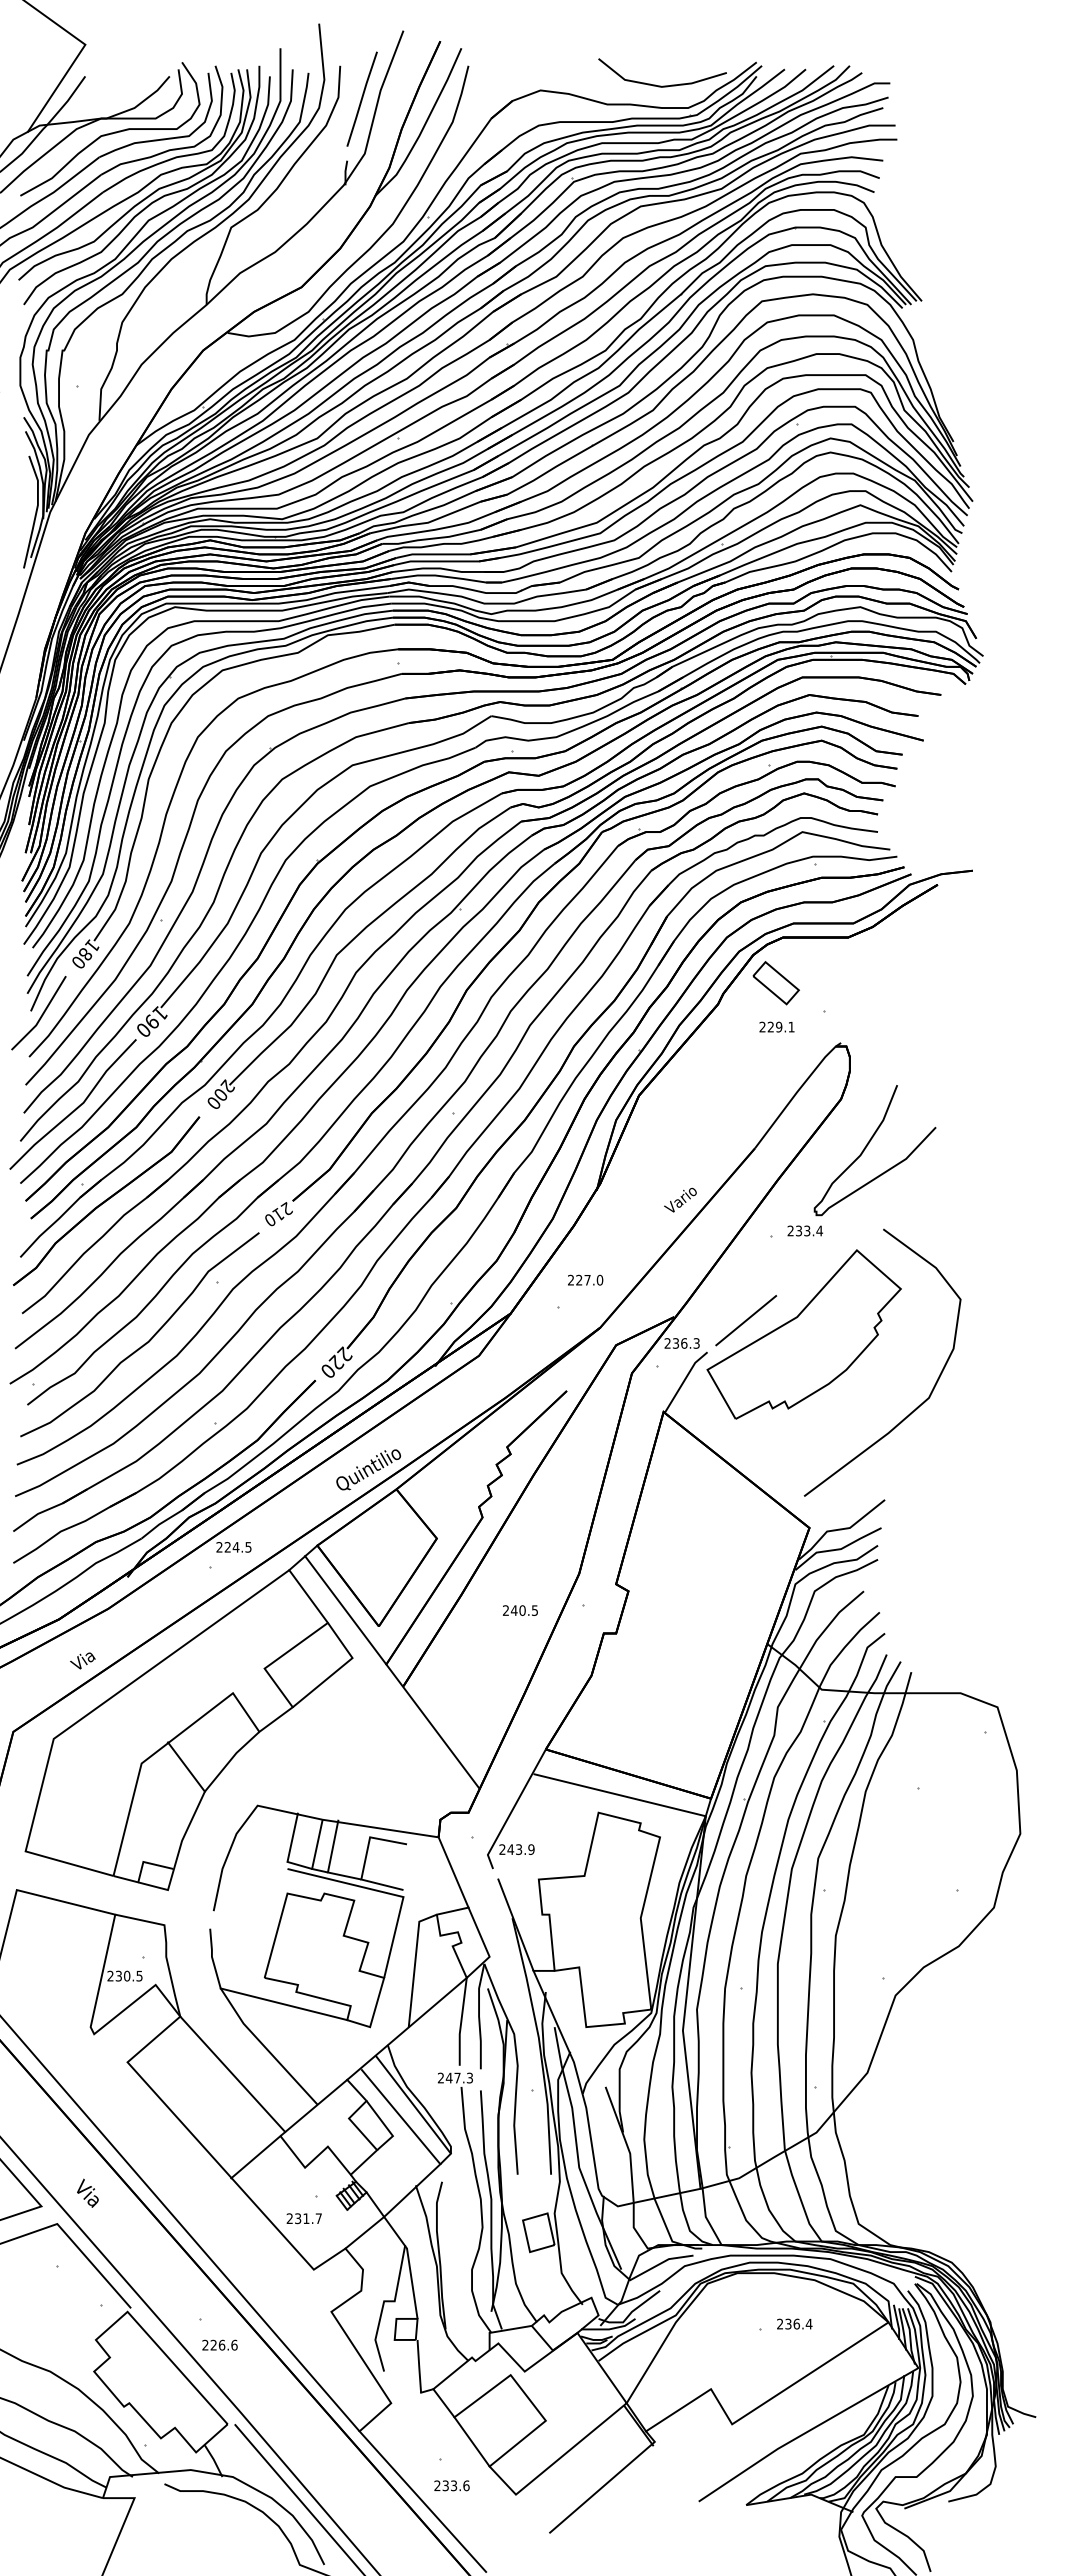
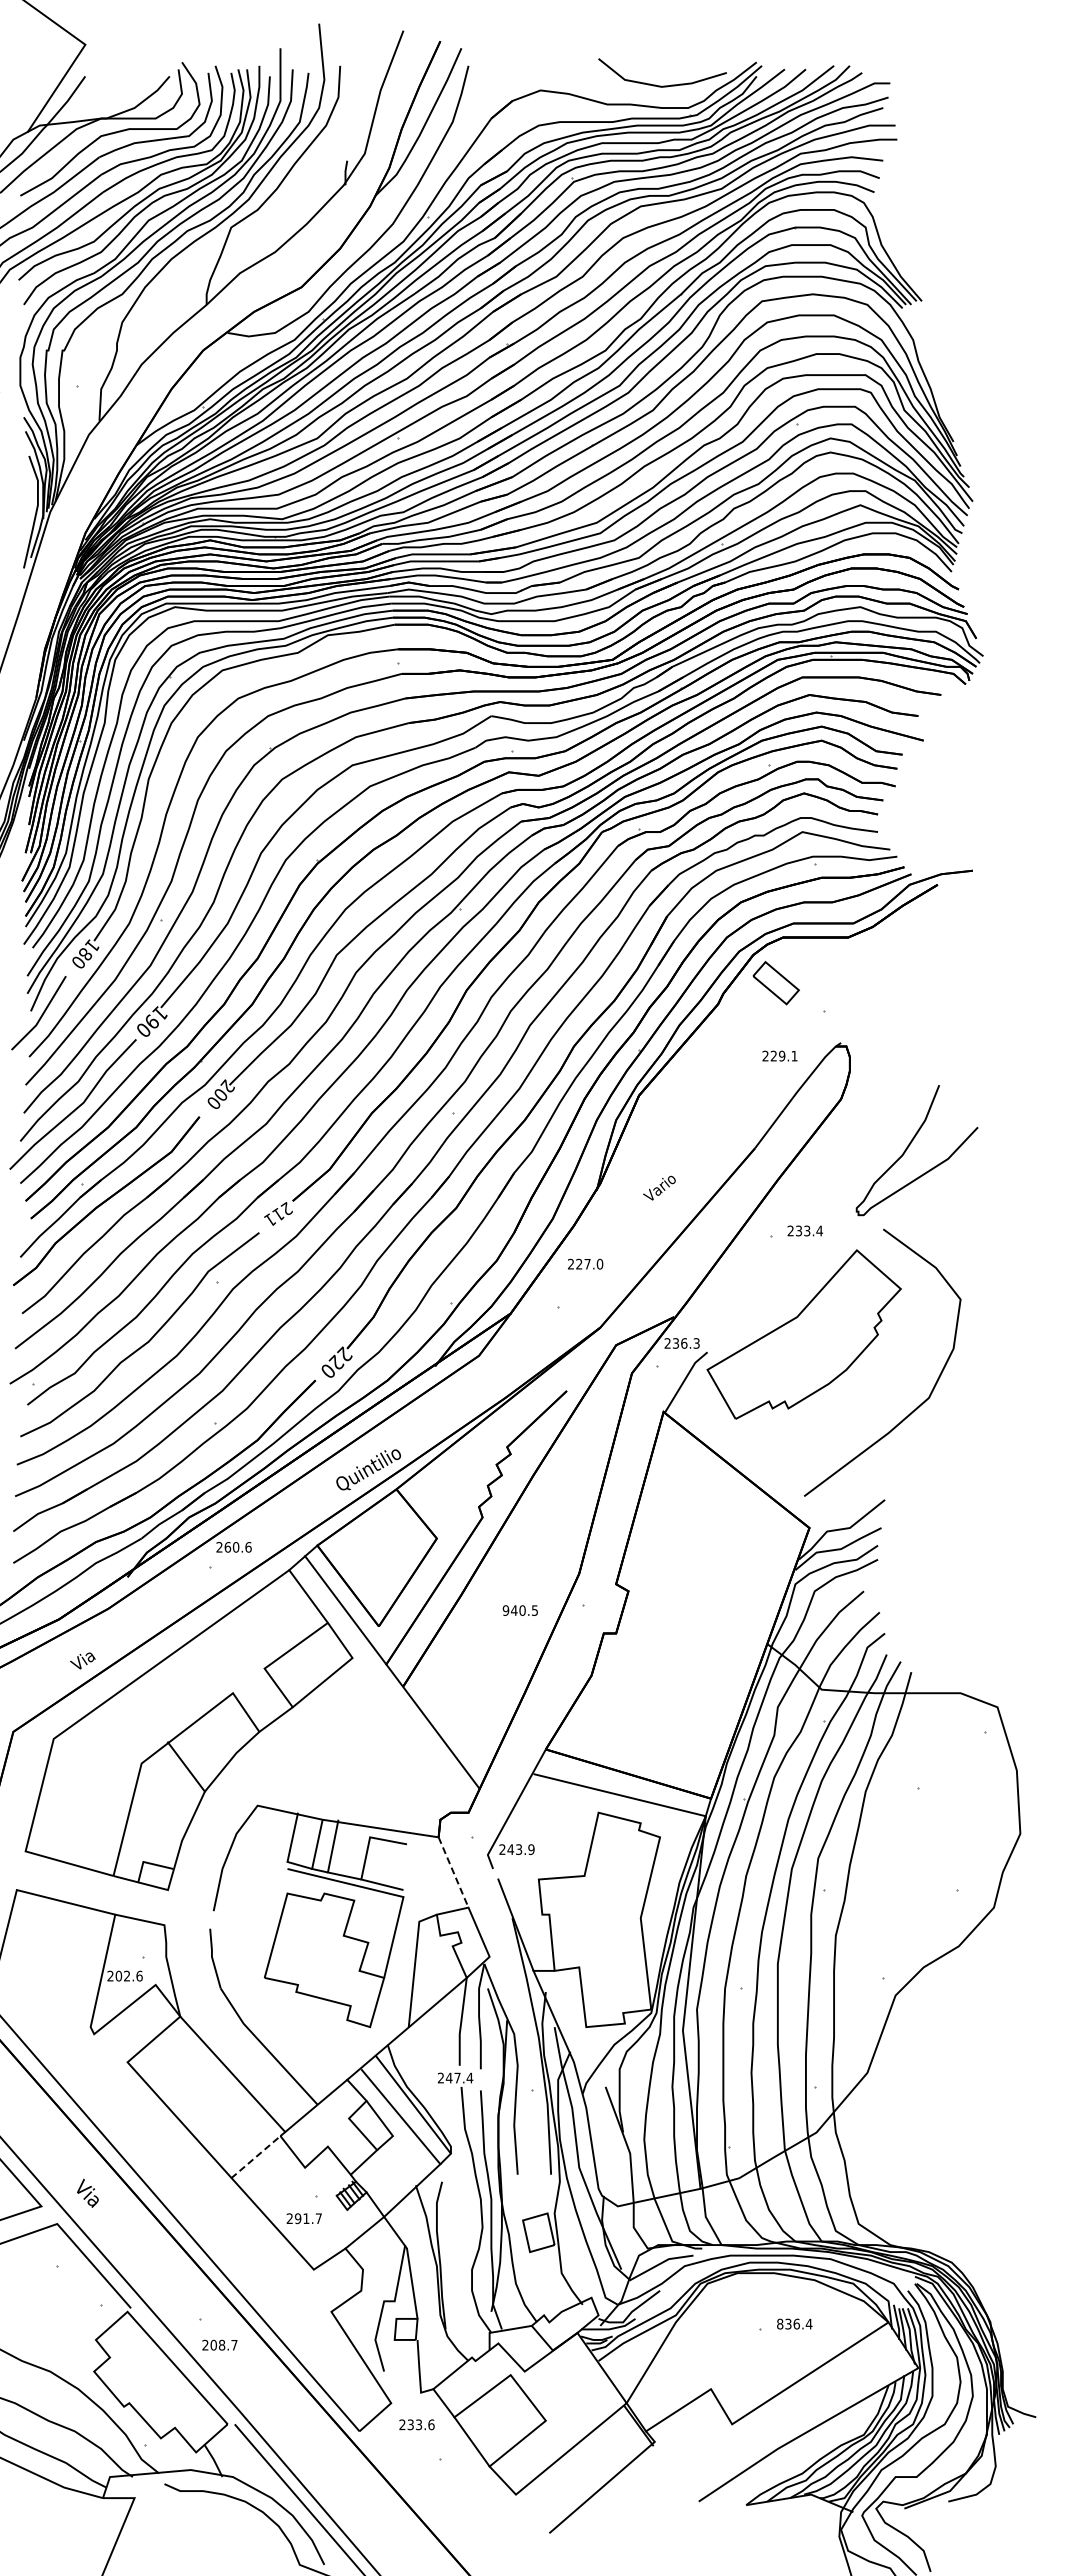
line at (361, 98): present -> none
text at (776, 1026) position: (776, 1026) -> (779, 1055)
curve at (867, 1146) position: (867, 1146) -> (909, 1146)
text at (680, 1199) position: (680, 1199) -> (659, 1187)
text at (269, 1219): 210 -> 211
text at (585, 1279) position: (585, 1279) -> (585, 1263)
line at (746, 1320): present -> none
text at (237, 1547): 224.5 -> 260.6
text at (505, 1610): 240.5 -> 940.5
line at (453, 1872): solid -> dashed
text at (128, 1975): 230.5 -> 202.6
line at (283, 2004): present -> none
text at (469, 2077): 247.3 -> 247.4
line at (256, 2156): solid -> dashed
text at (297, 2218): 231.7 -> 291.7
text at (780, 2324): 236.4 -> 836.4
text at (223, 2344): 226.6 -> 208.7
text at (451, 2485) position: (451, 2485) -> (416, 2424)
line at (422, 2501): present -> none
